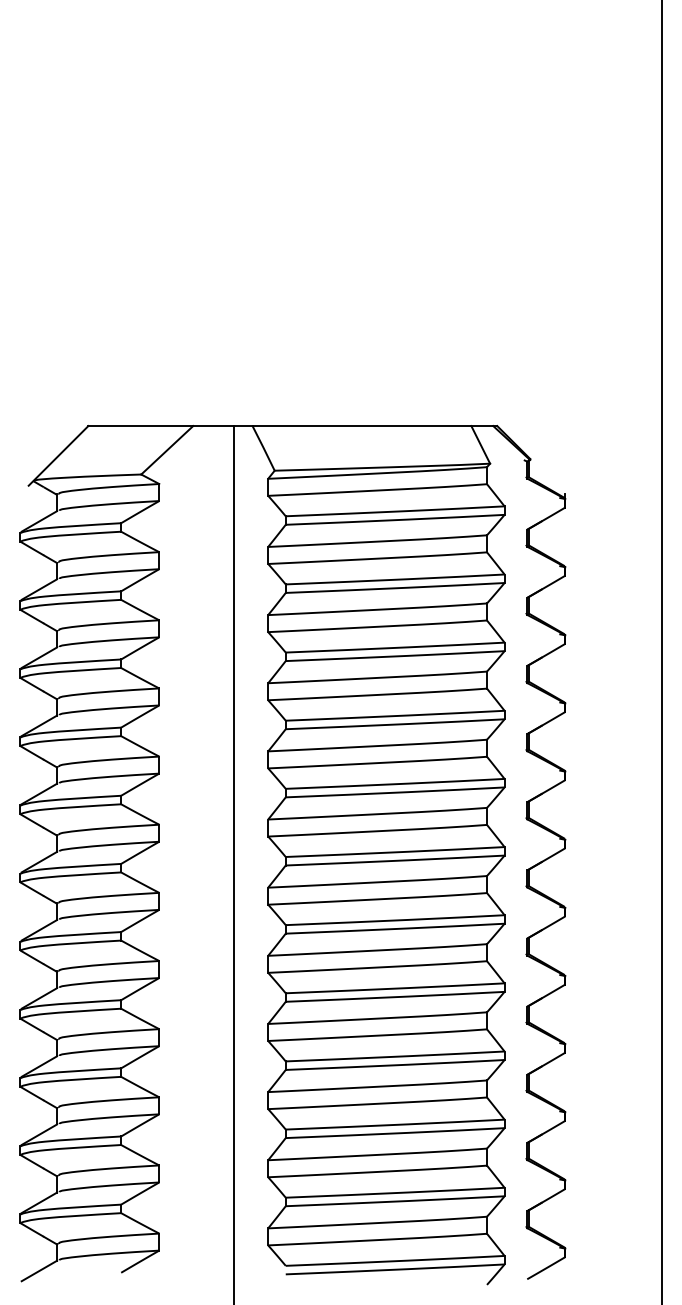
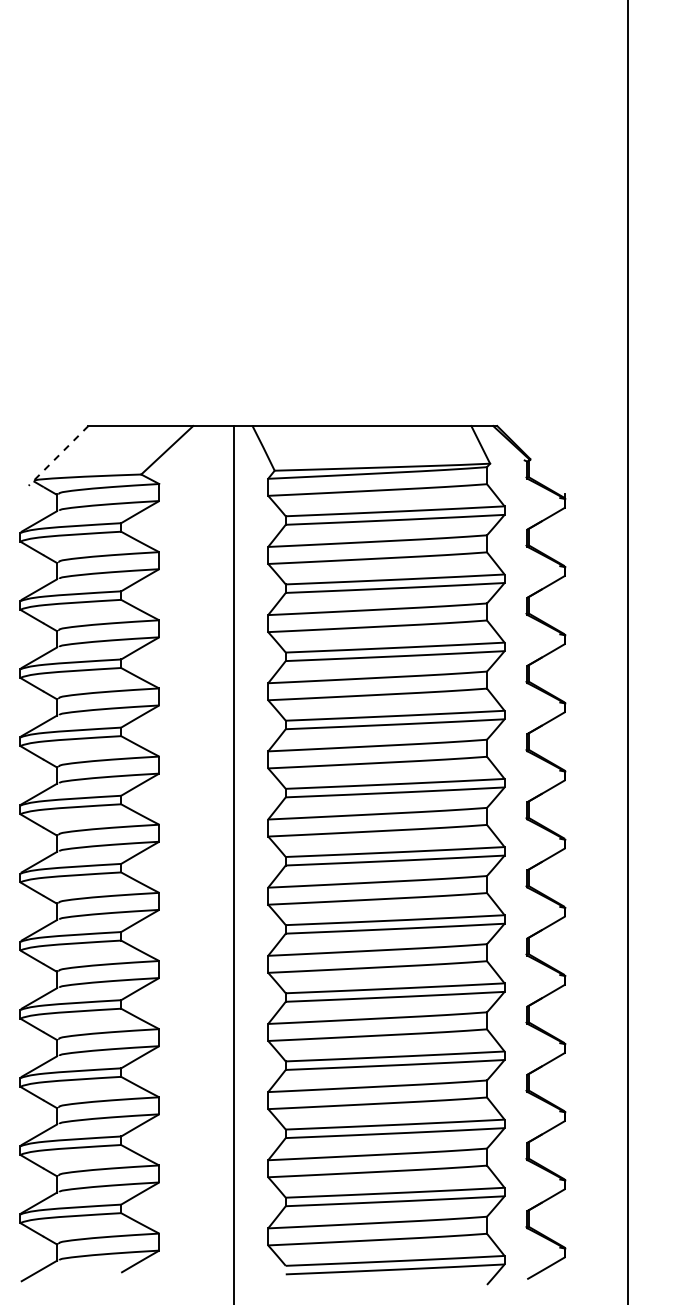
line at (58, 456): solid -> dashed
line at (661, 651) position: (661, 651) -> (627, 651)
